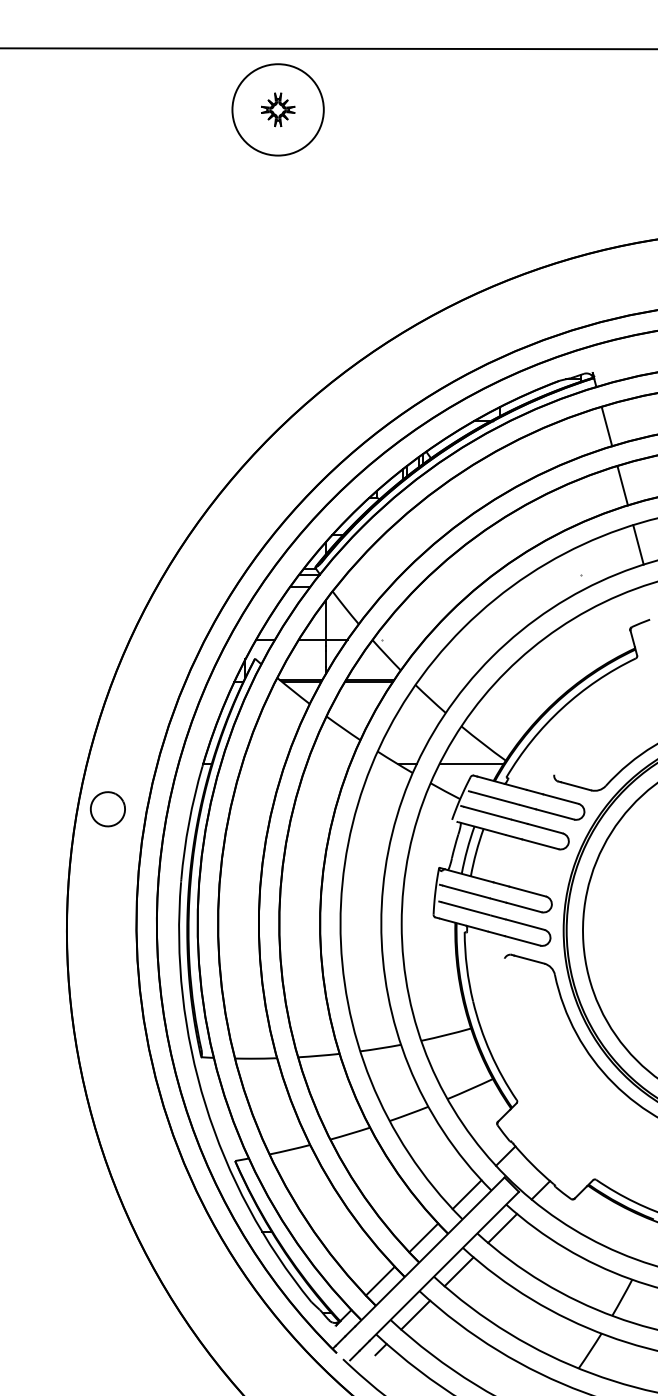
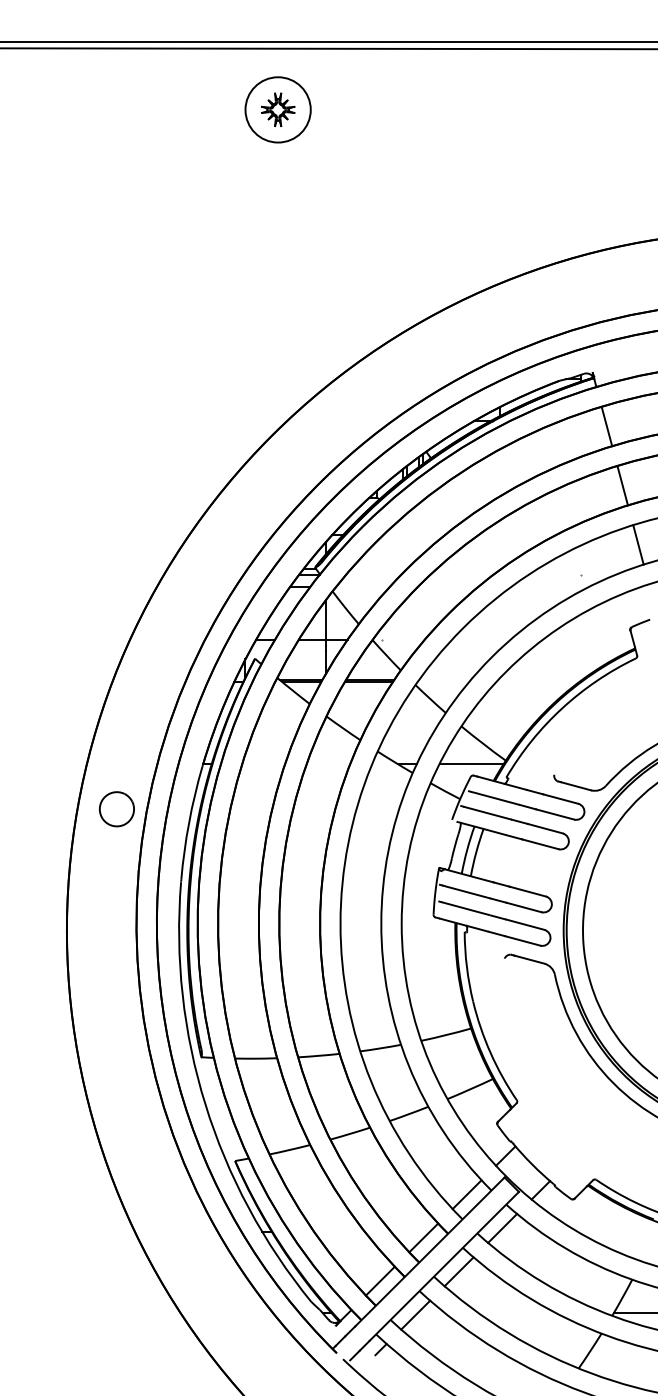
line at (328, 41): none -> present
circle at (277, 109) diameter: 91 px -> 65 px
part at (107, 809) position: (107, 809) -> (116, 809)
line at (633, 1313): none -> present
